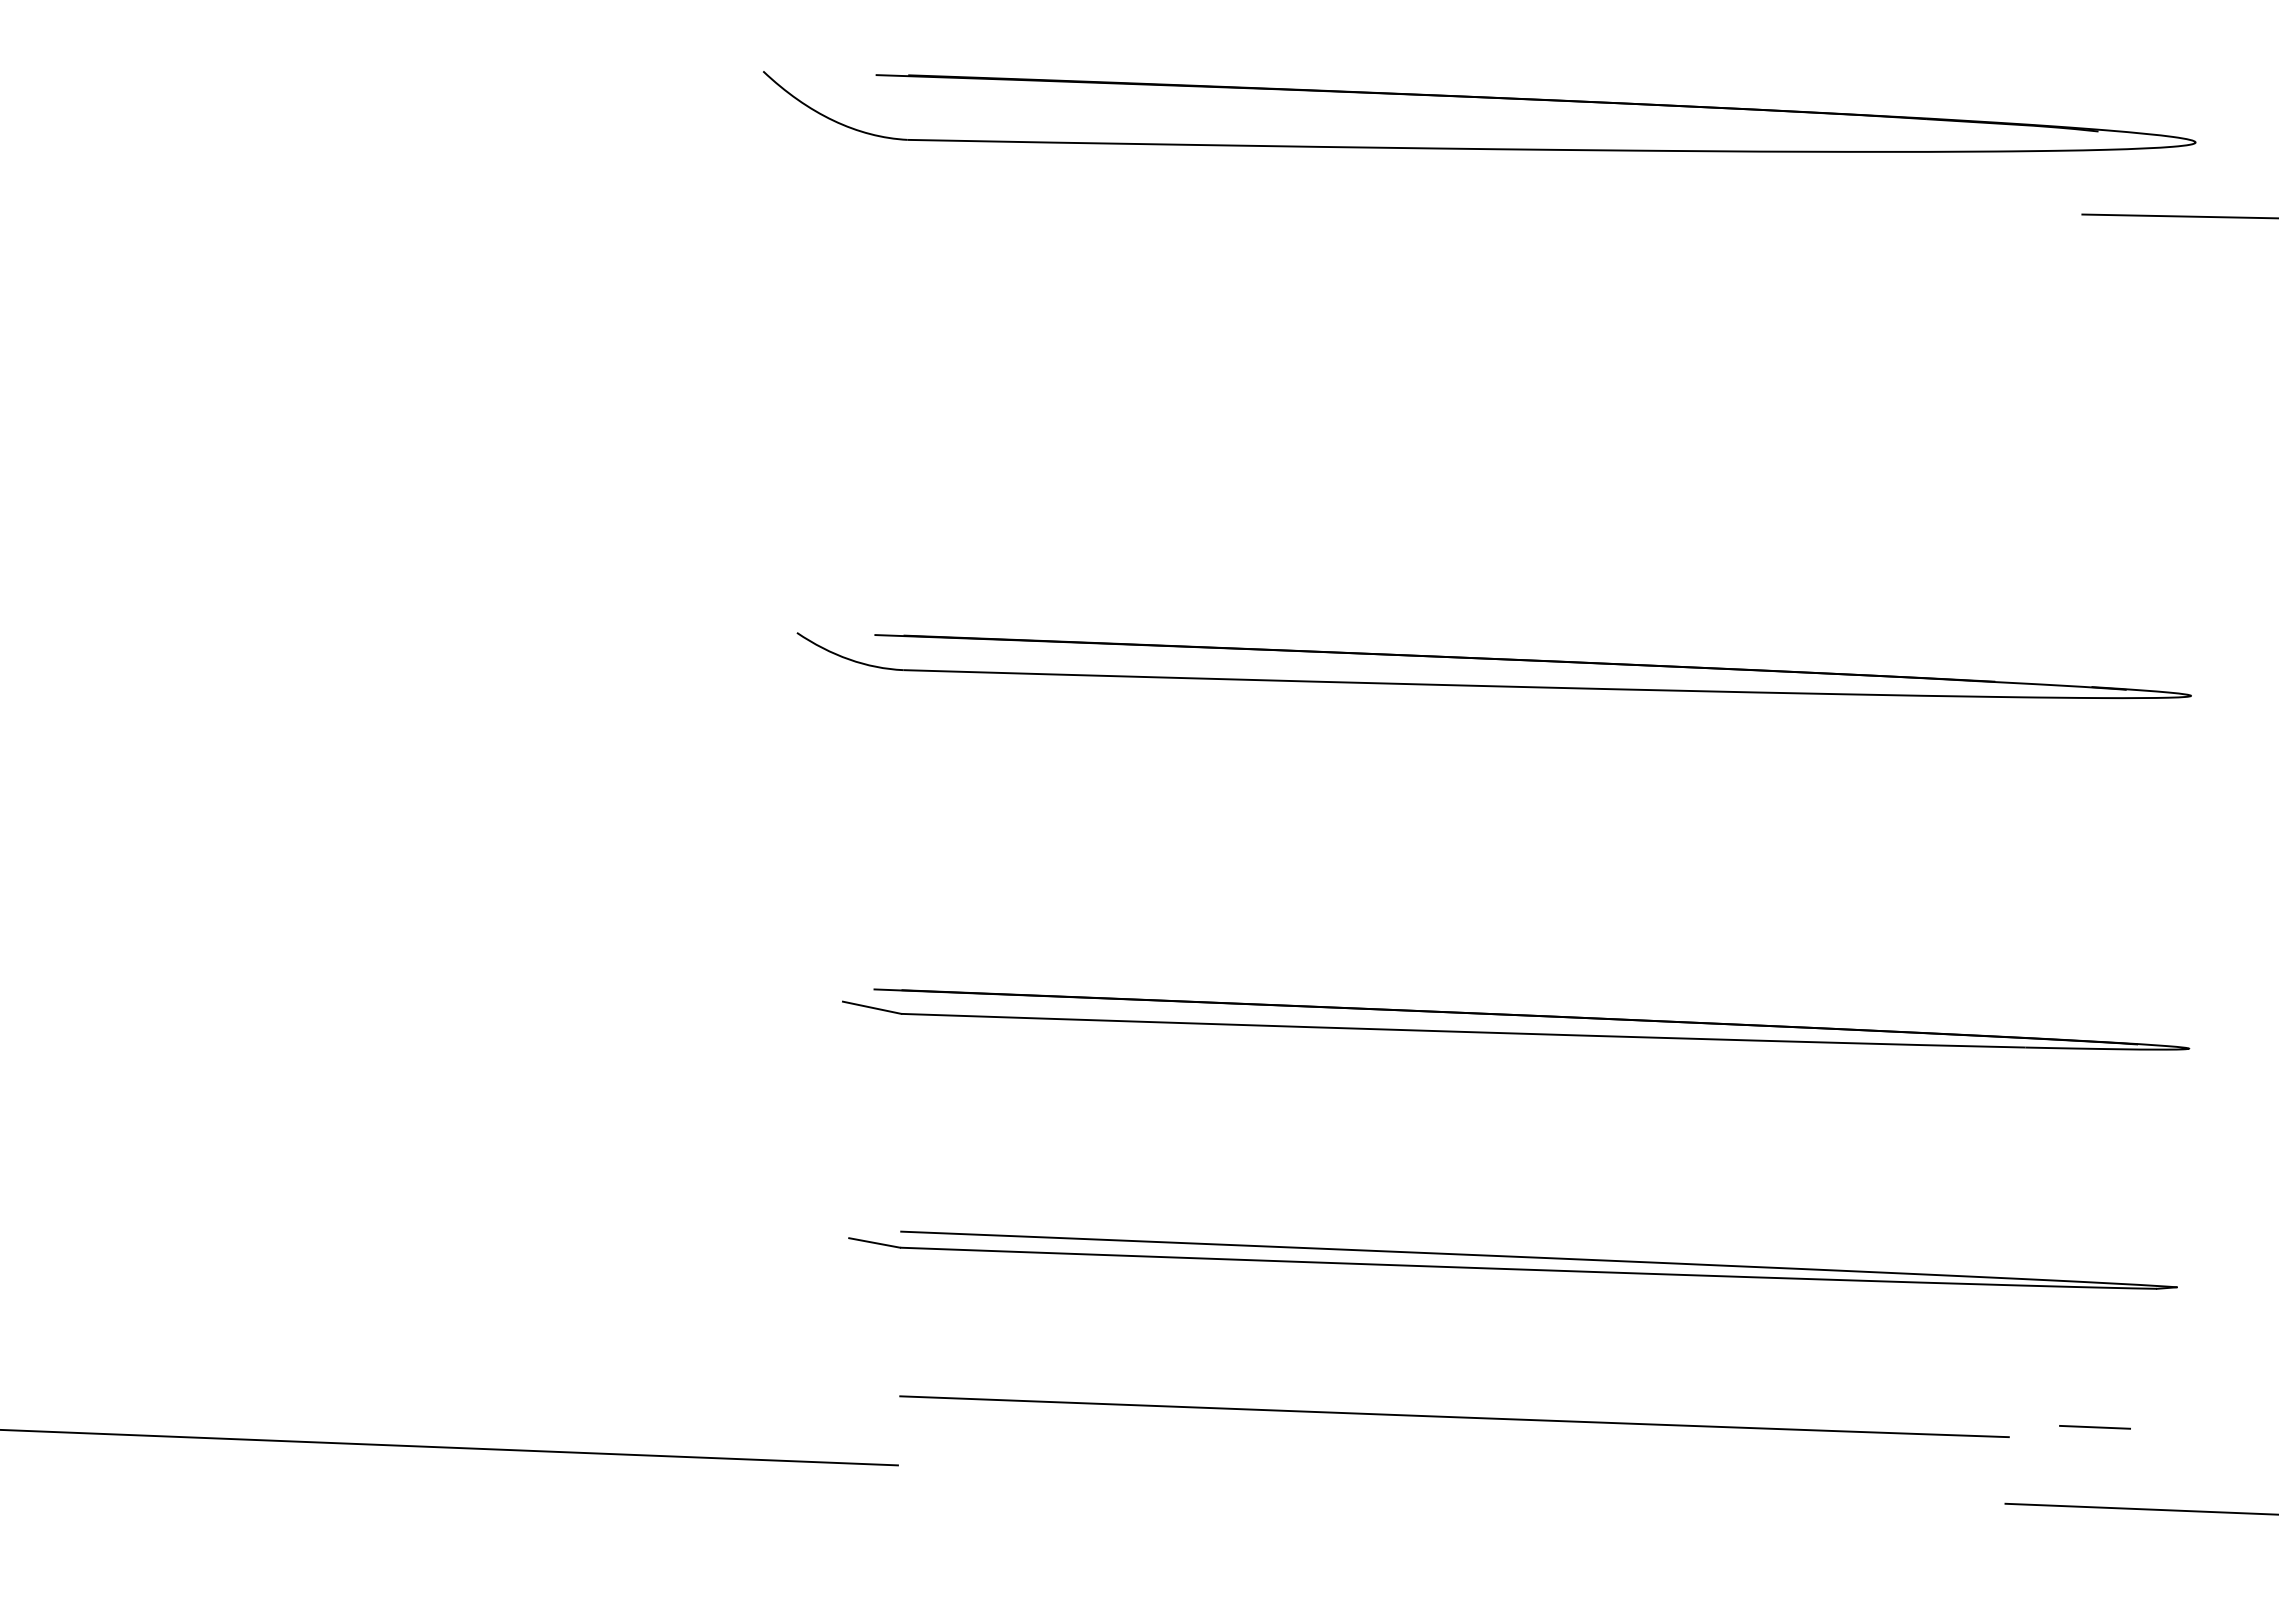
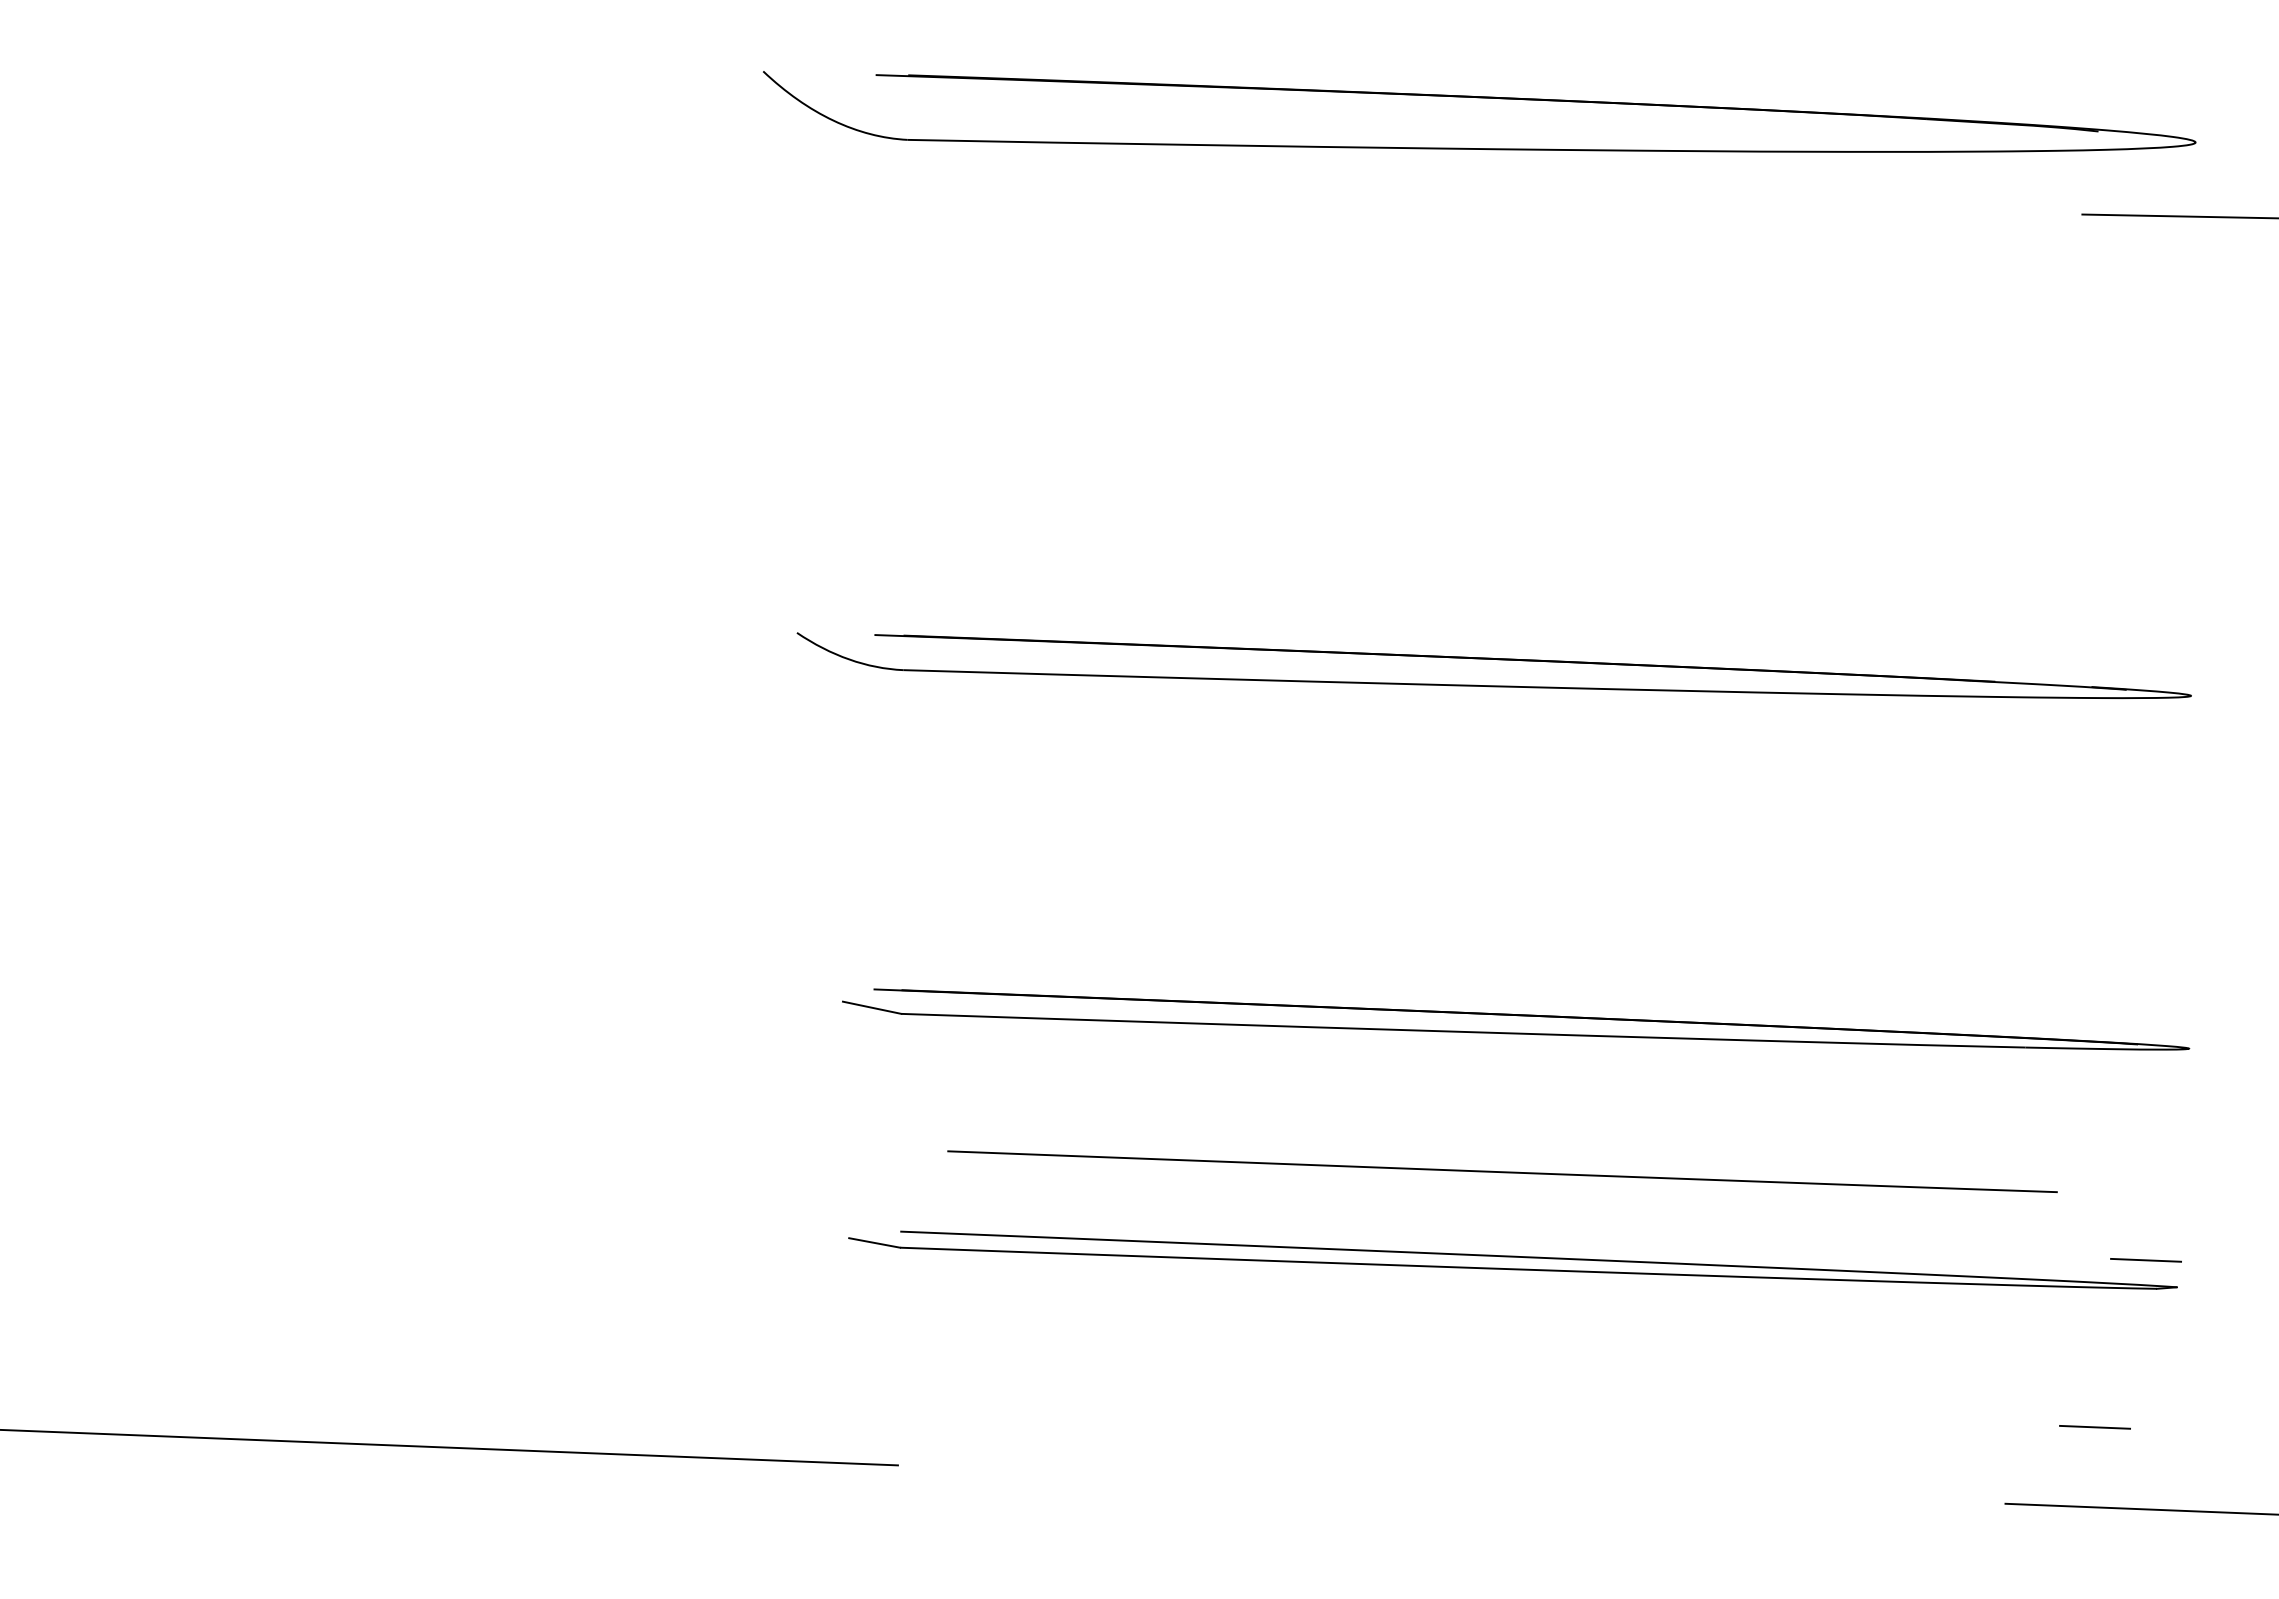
line at (2145, 1260): none -> present
line at (1454, 1416) position: (1454, 1416) -> (1502, 1171)
